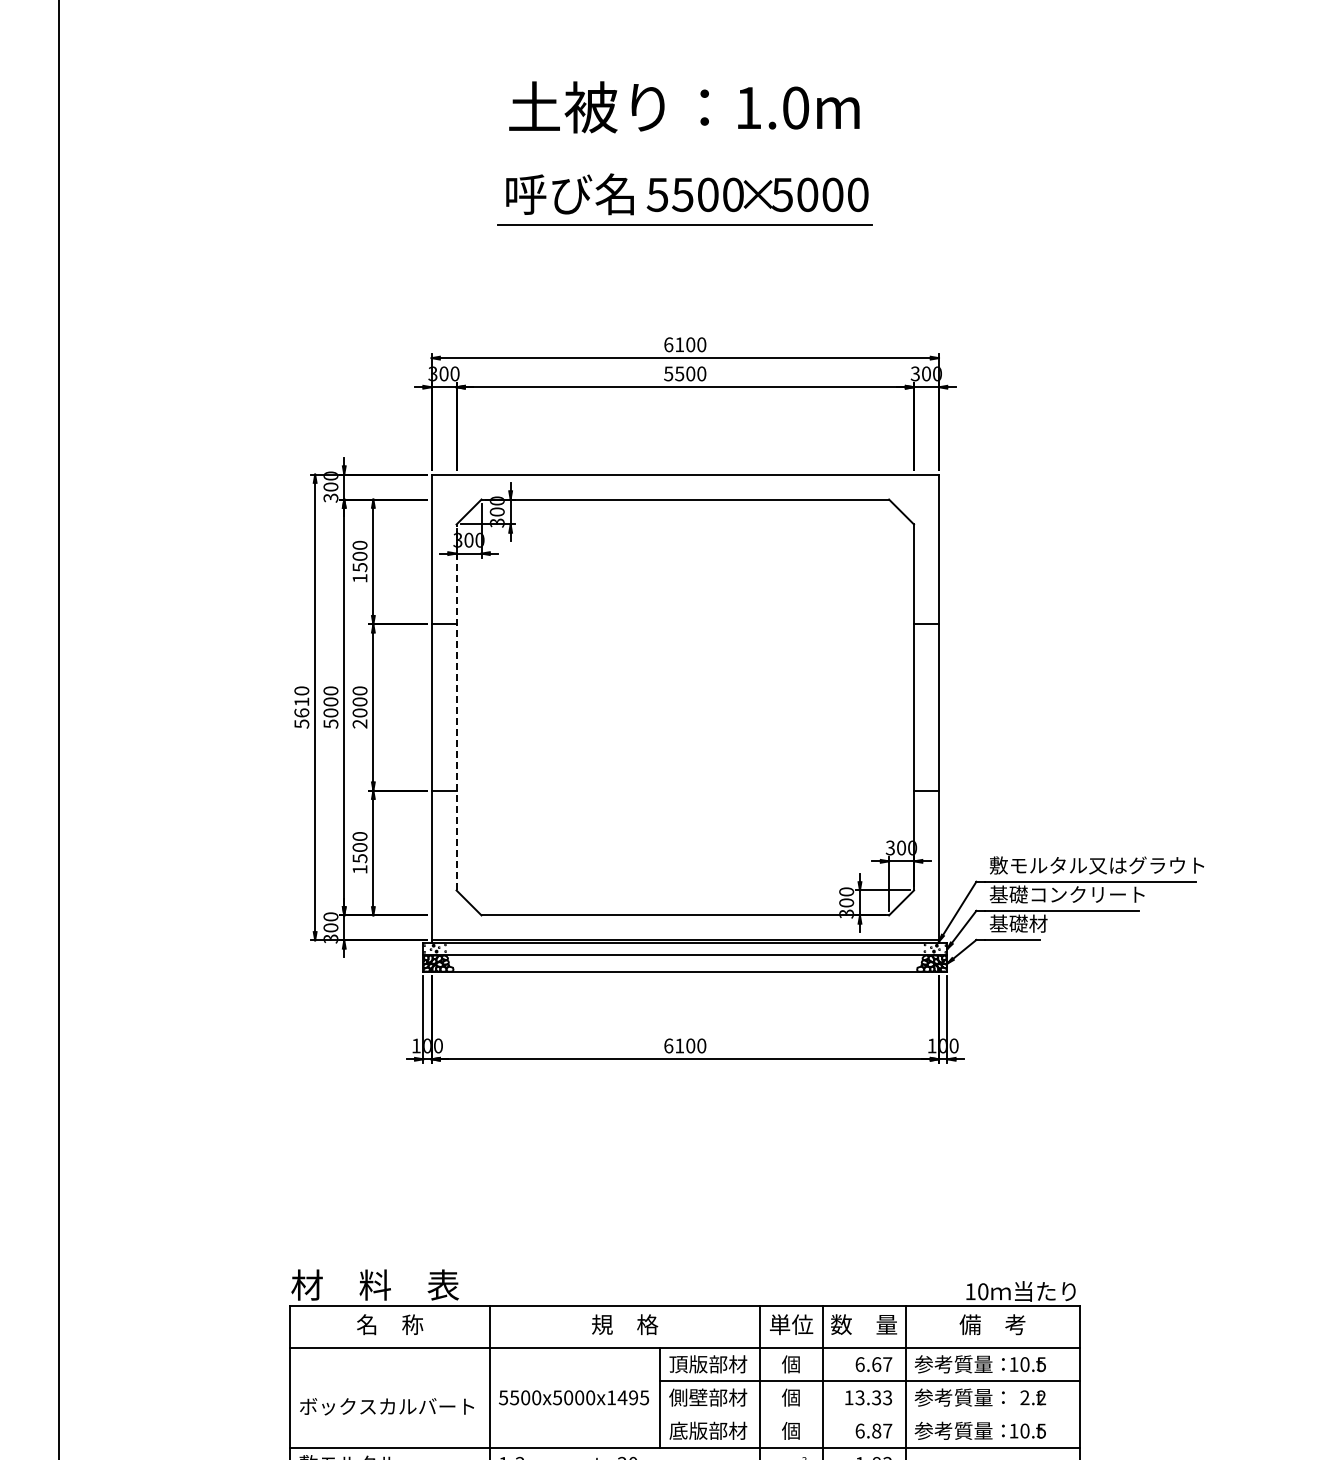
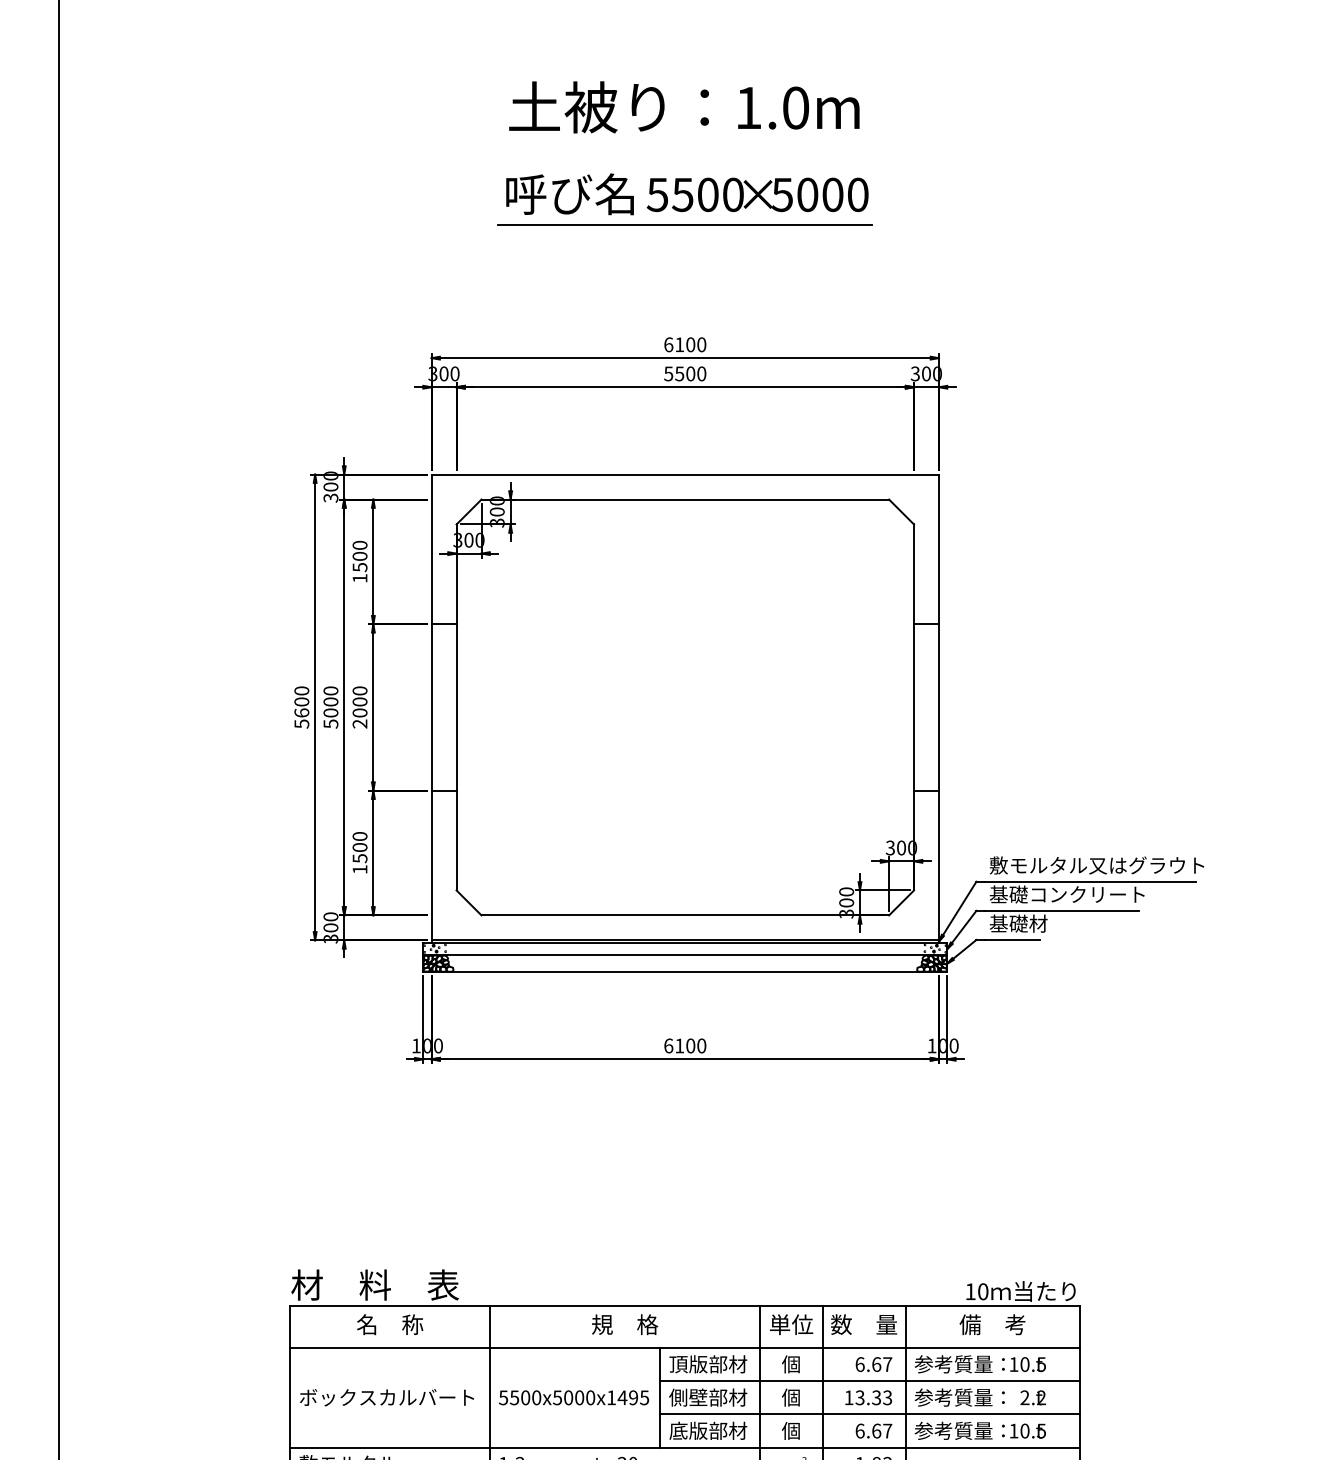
text at (301, 701): 5610 -> 5600
line at (456, 707): dashed -> solid
text at (386, 1406) position: (386, 1406) -> (386, 1397)
line at (870, 1414): none -> present
text at (876, 1430): 6.87 -> 6.67
